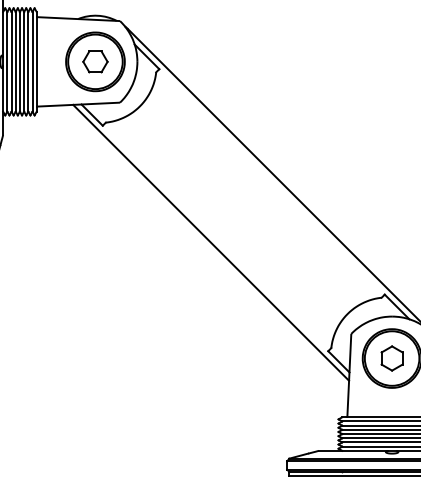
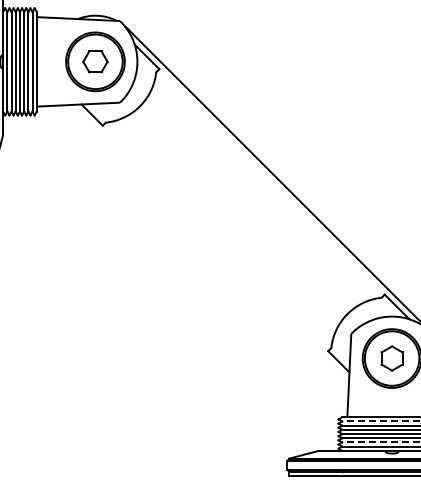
line at (211, 242): present -> none
line at (381, 421): solid -> dashed
line at (381, 442): solid -> dashed
